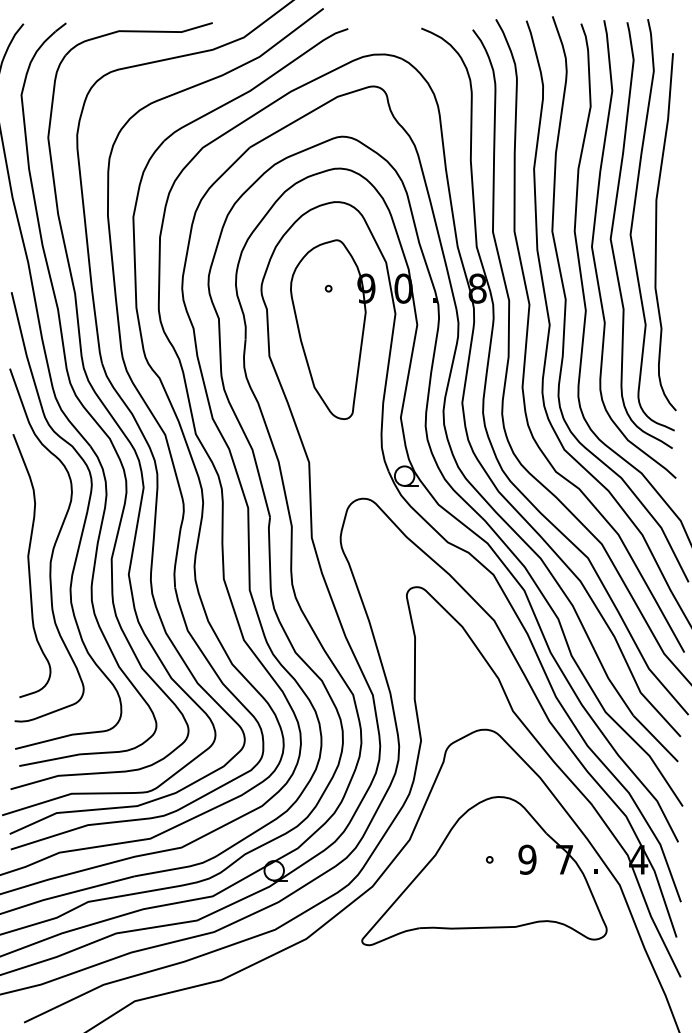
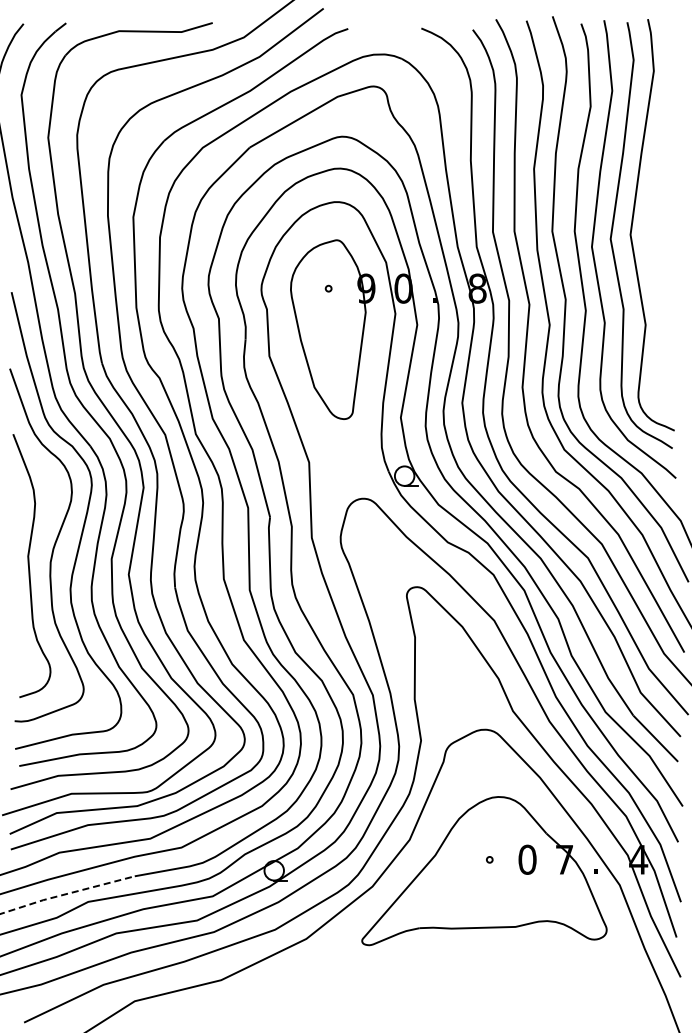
curve at (656, 232): present -> none
text at (527, 859): 9 -> 0
line at (67, 893): solid -> dashed
